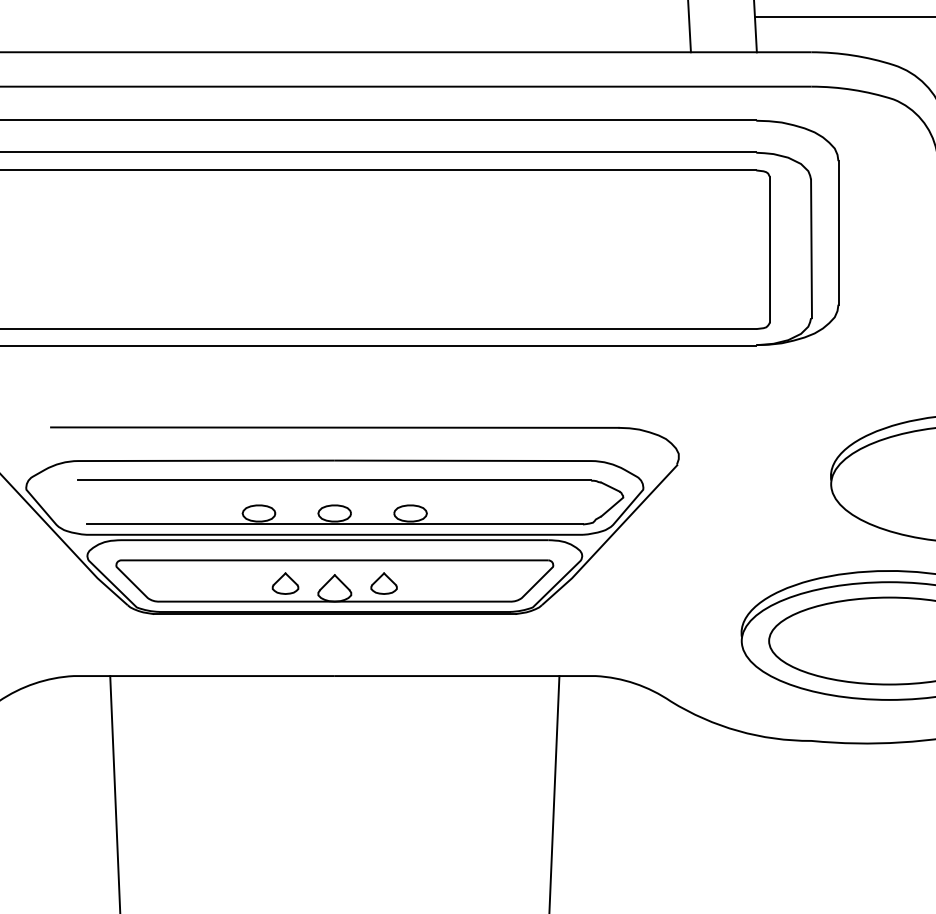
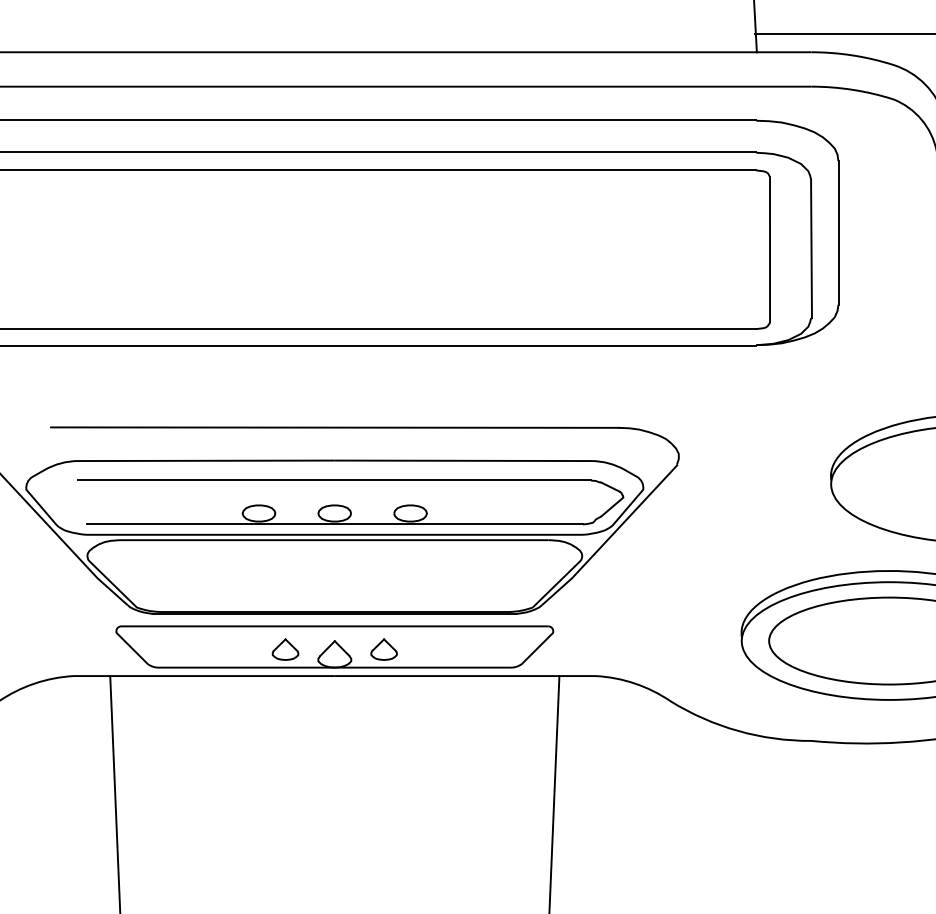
line at (843, 17) position: (843, 17) -> (843, 34)
line at (689, 27): present -> none
part at (334, 580) position: (334, 580) -> (334, 646)
